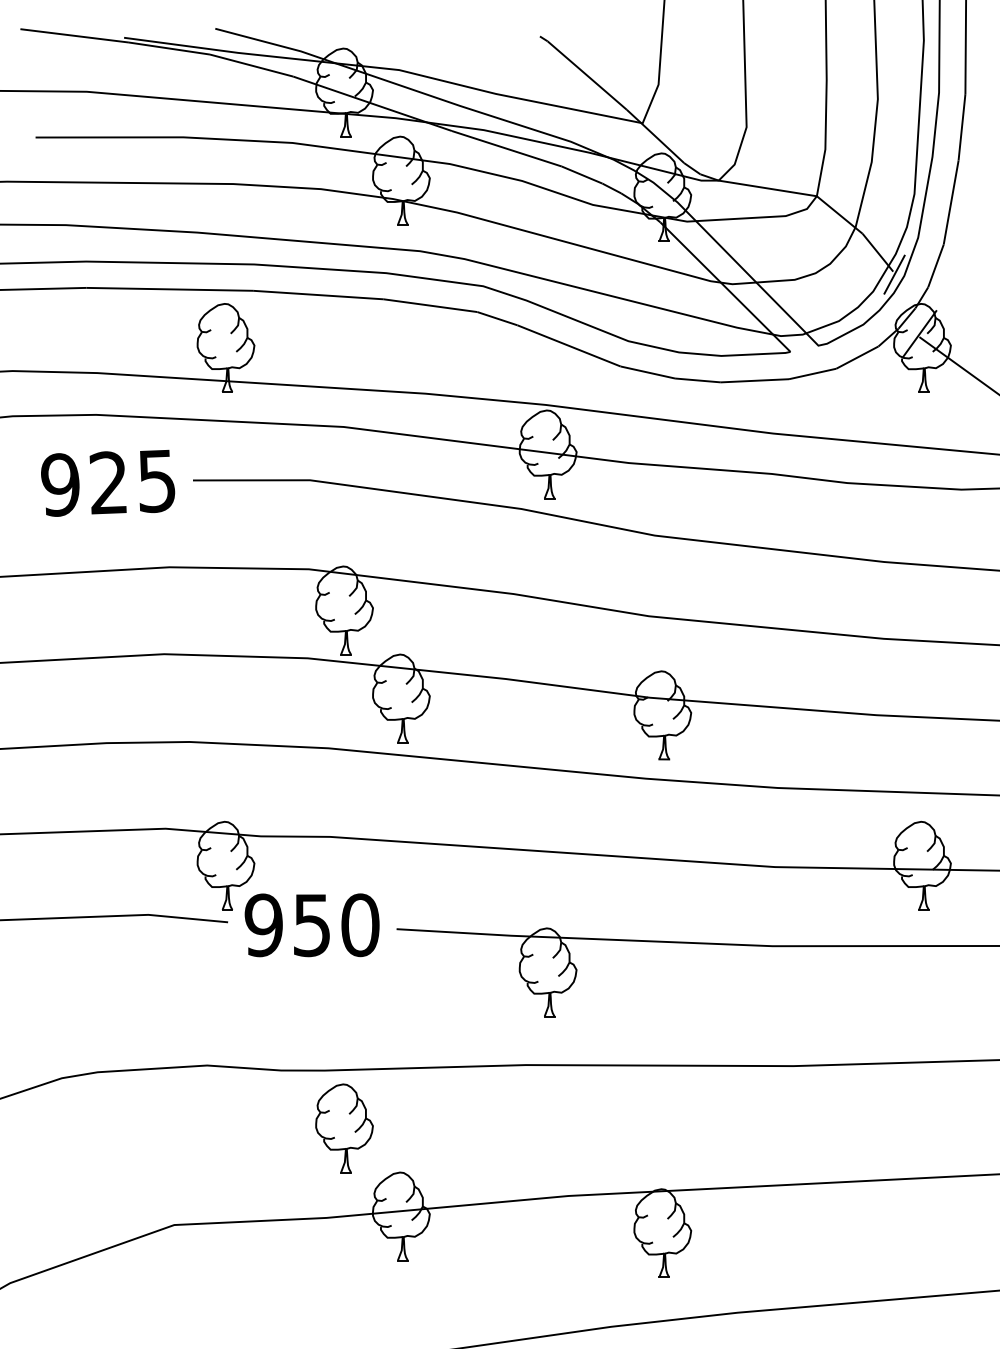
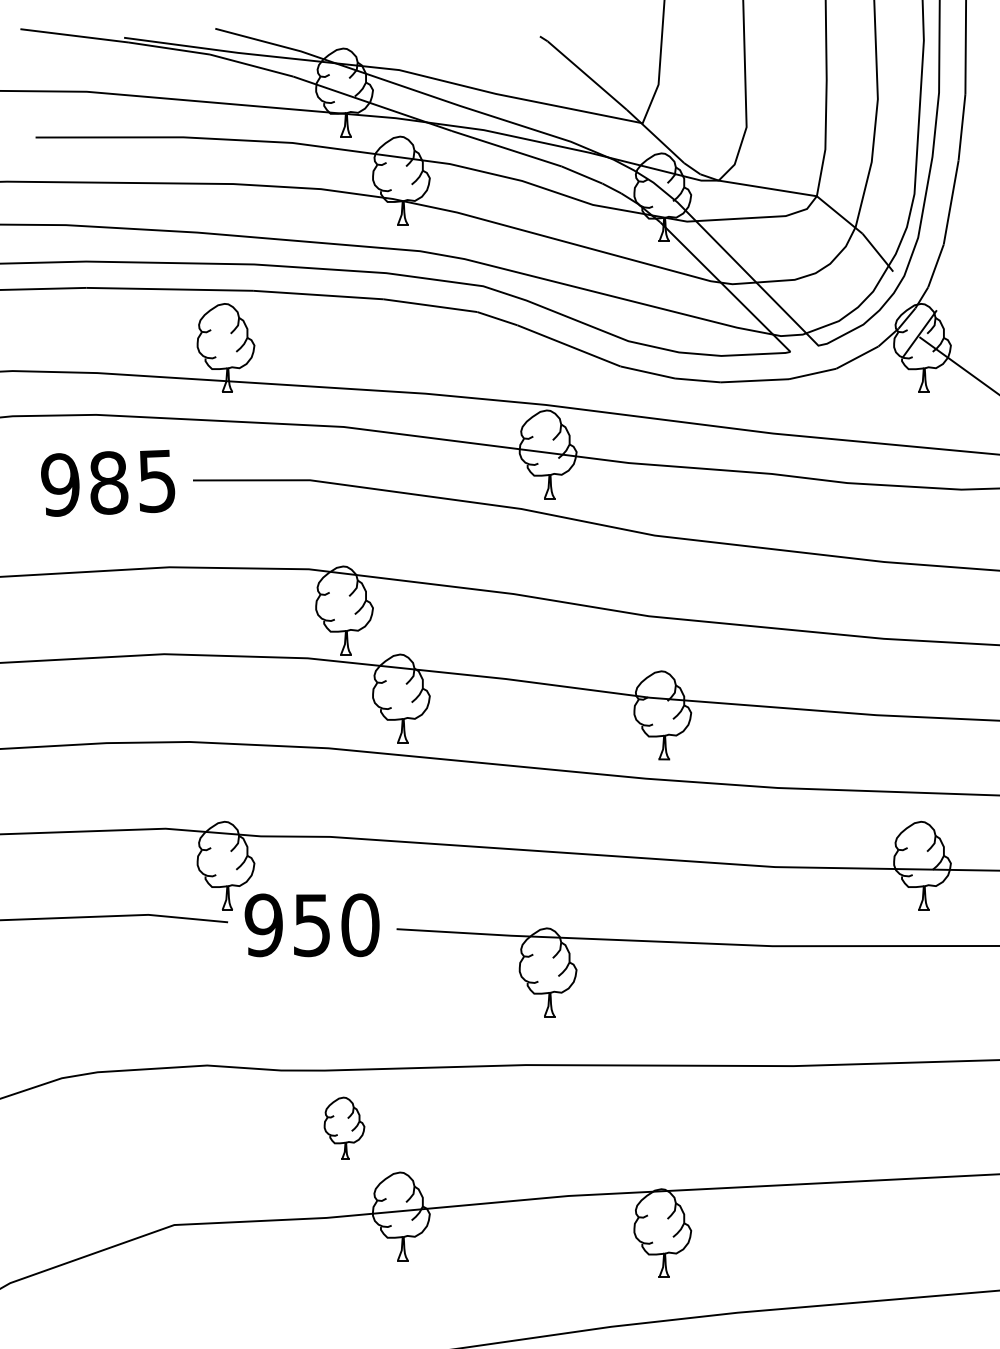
line at (894, 274): present -> none
text at (108, 482): 925 -> 985
part at (344, 1128) size: 59x91 px -> 43x64 px
